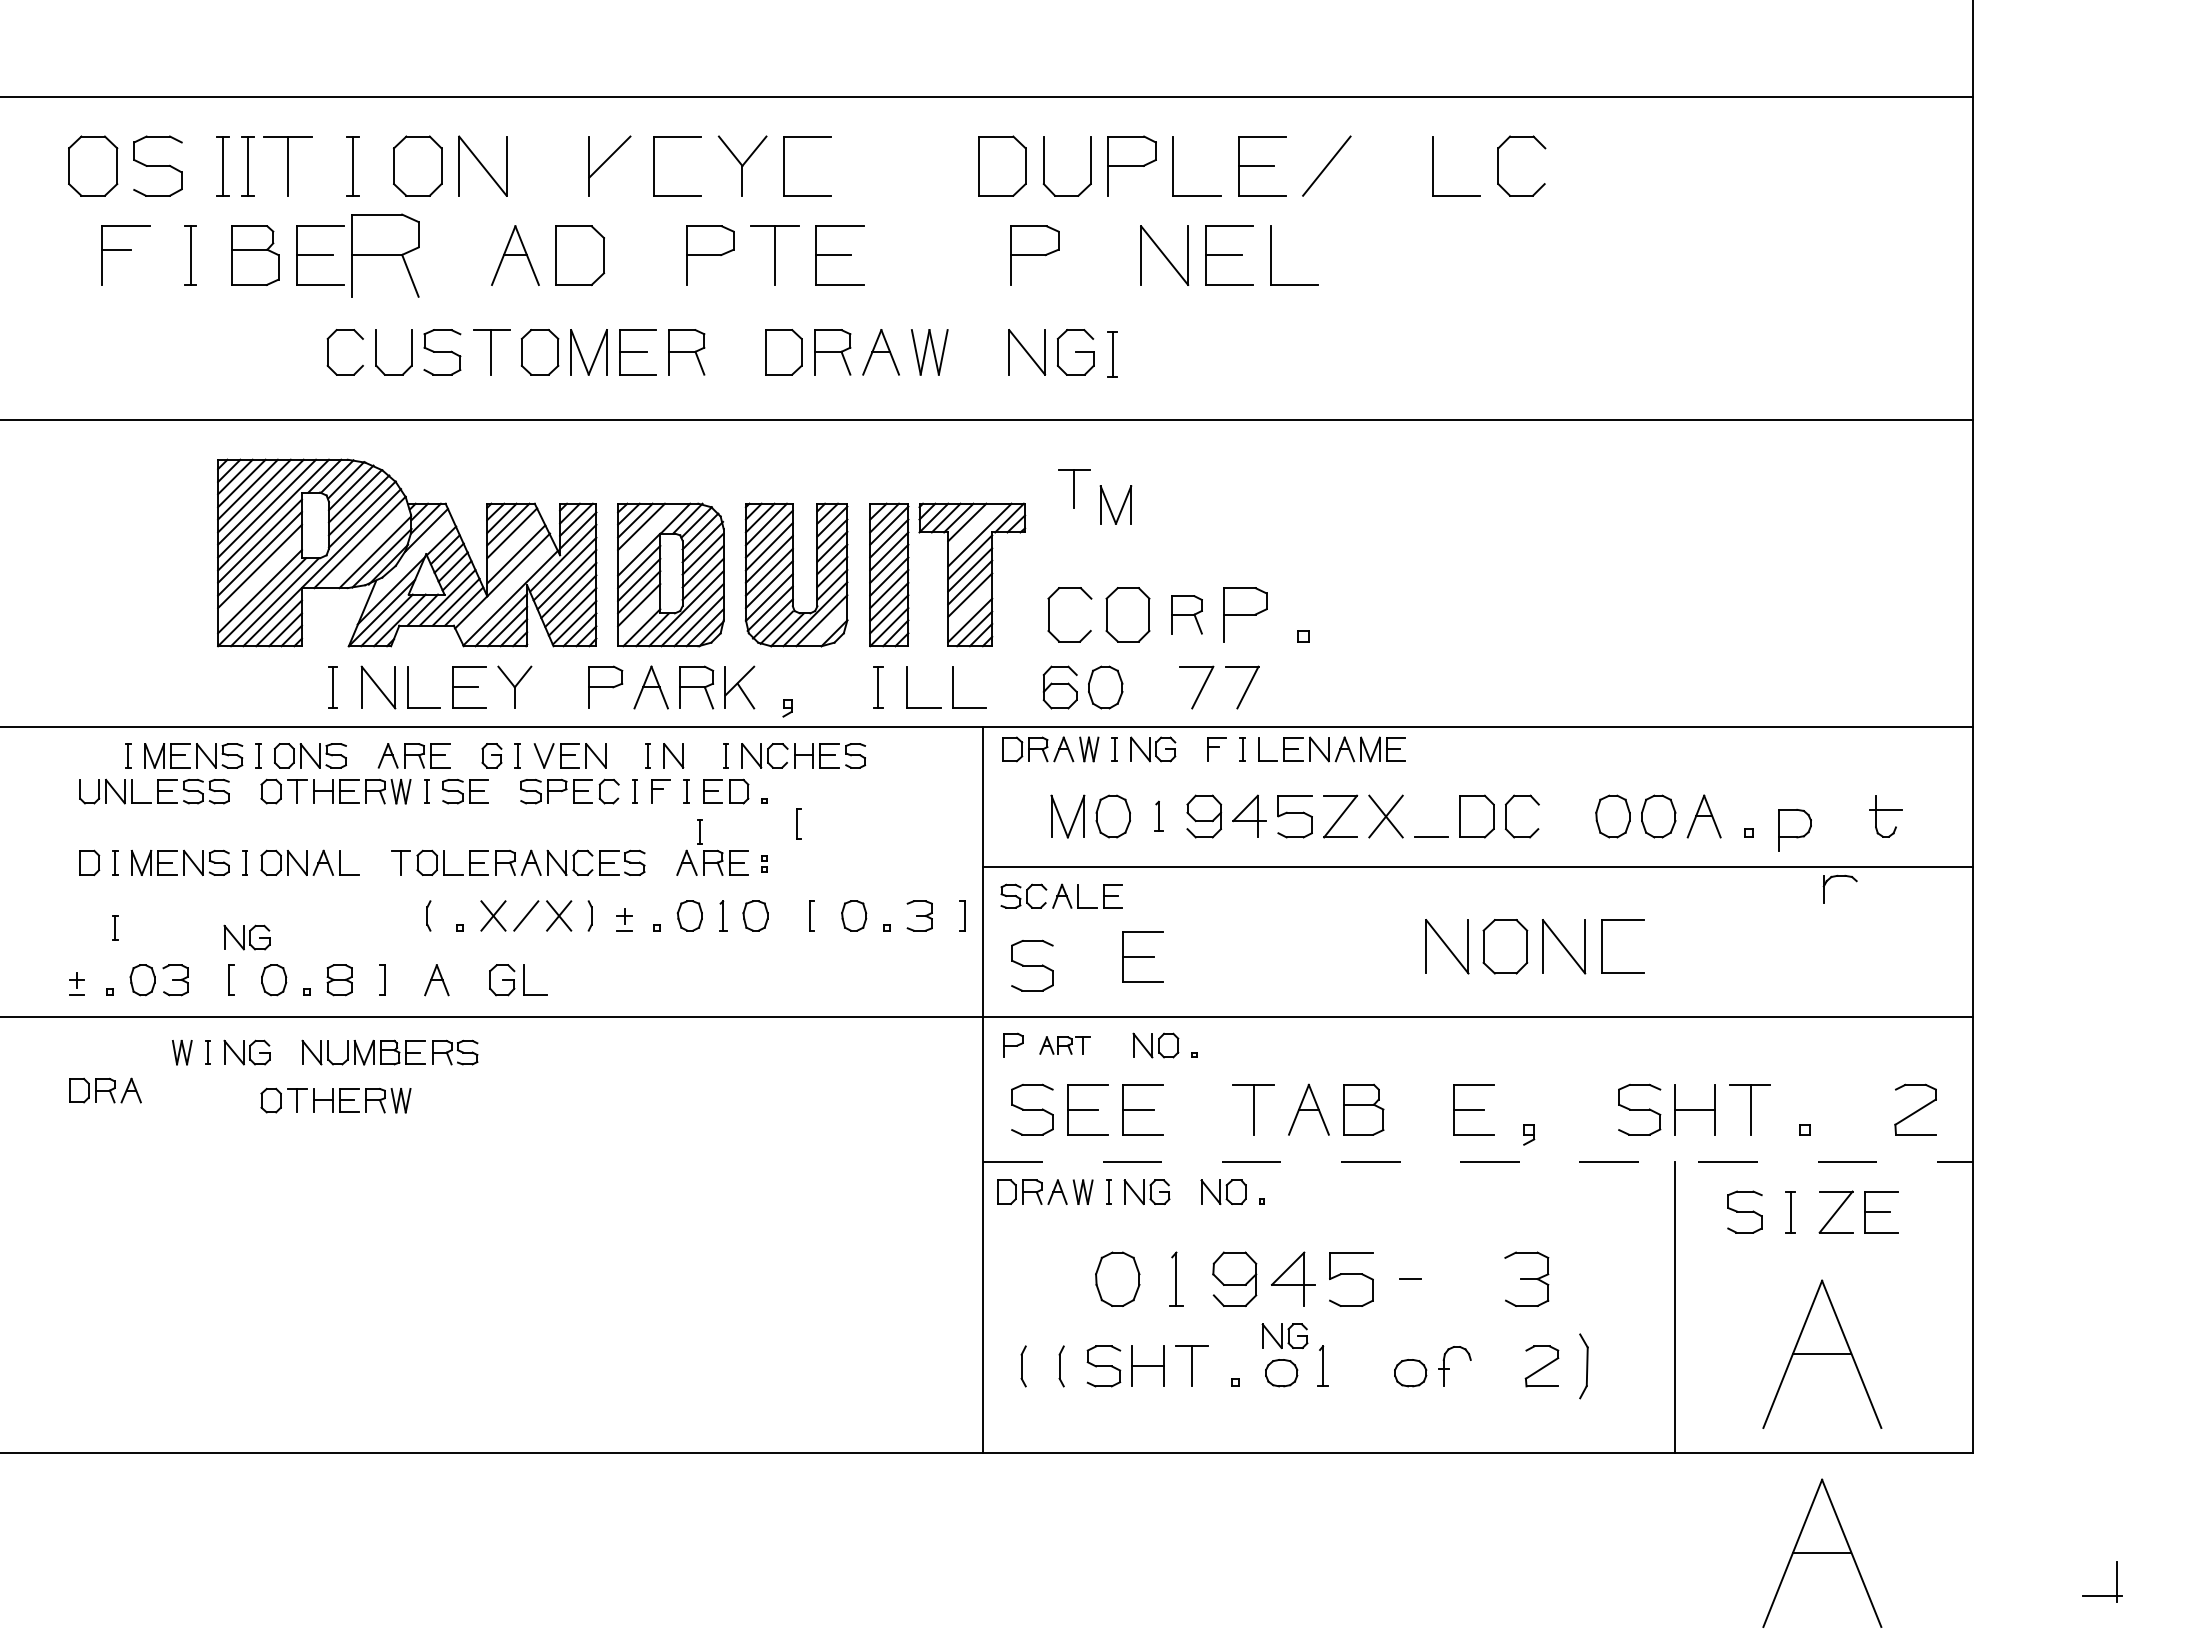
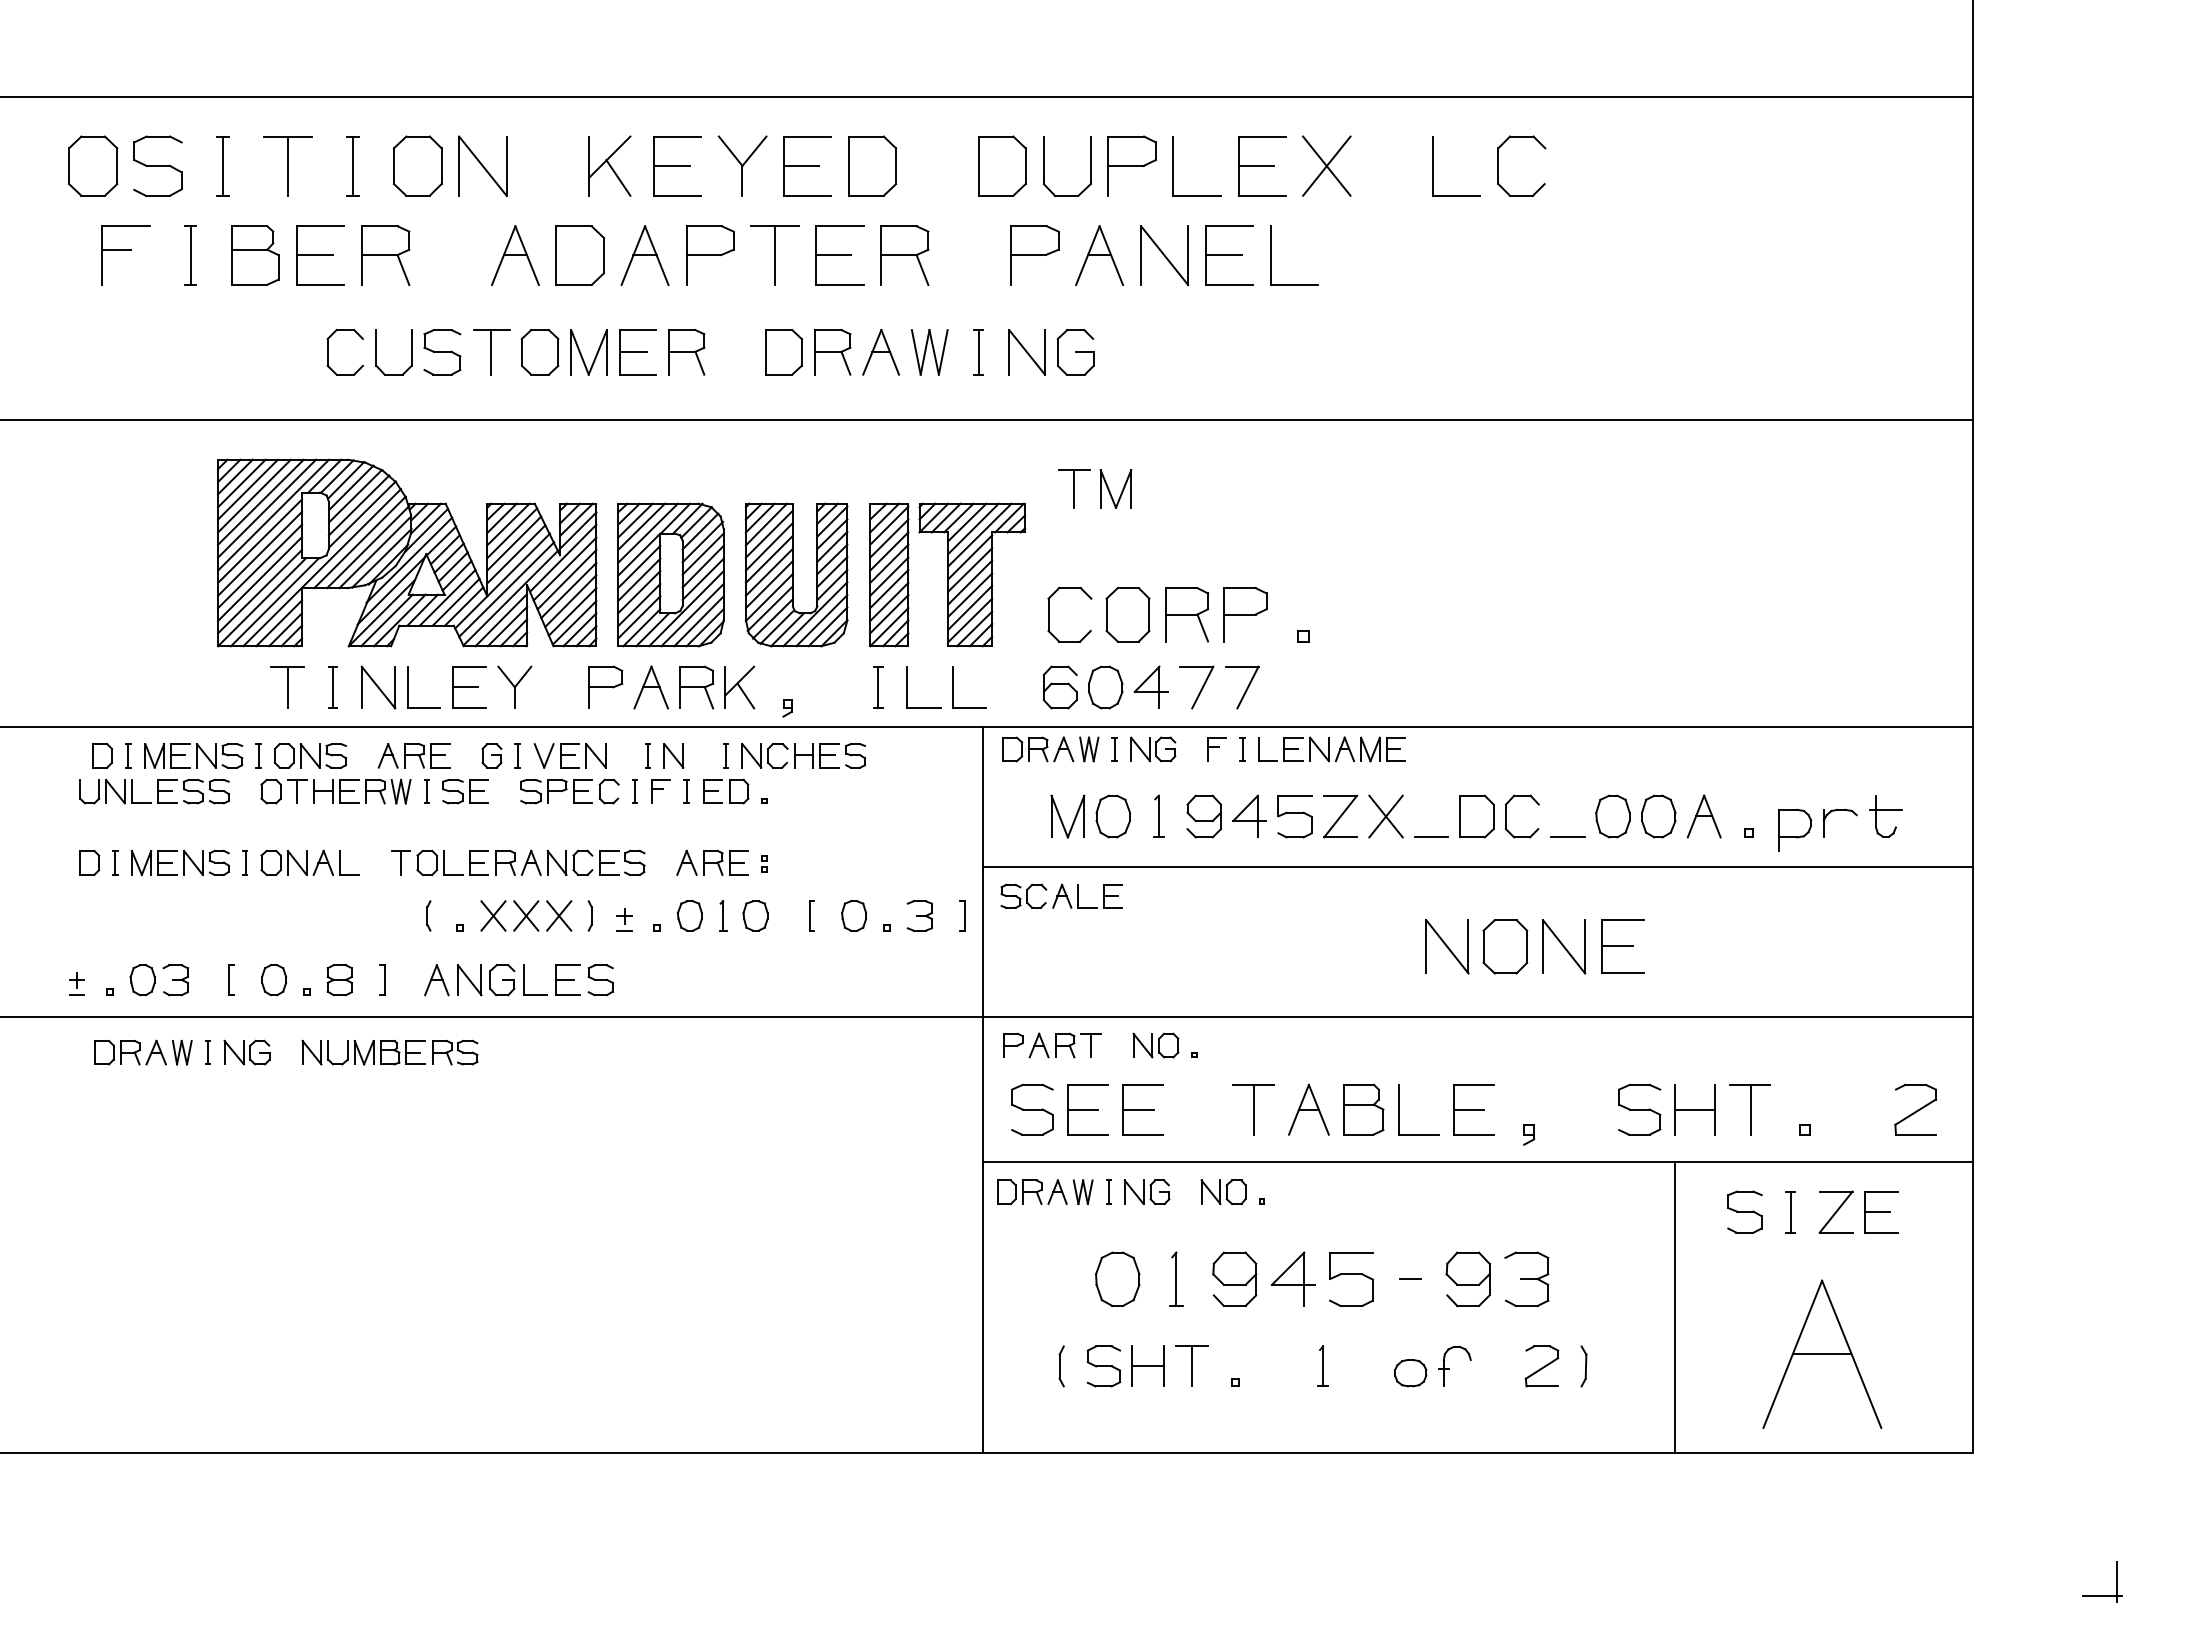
line at (671, 165): none -> present
line at (801, 165): none -> present
part at (872, 165): none -> present
line at (1326, 165): none -> present
part at (247, 166): present -> none
line at (618, 177): none -> present
part at (385, 255) size: 69x85 px -> 50x61 px
part at (644, 255): none -> present
part at (904, 255): none -> present
part at (1099, 255): none -> present
part at (1112, 354) position: (1112, 354) -> (978, 352)
part at (1115, 504) position: (1115, 504) -> (1115, 488)
line at (973, 528): none -> present
line at (647, 532): none -> present
line at (514, 543): none -> present
line at (368, 547): none -> present
line at (409, 559): none -> present
line at (259, 578): none -> present
line at (506, 589): none -> present
line at (970, 607): none -> present
part at (1186, 614) size: 32x40 px -> 45x56 px
line at (639, 617): none -> present
line at (827, 626): none -> present
part at (1150, 686): none -> present
part at (287, 687): none -> present
part at (102, 755): none -> present
part at (1158, 815) size: 10x32 px -> 12x44 px
part at (798, 823): present -> none
part at (699, 831): present -> none
line at (1567, 837): none -> present
part at (1835, 877) position: (1835, 877) -> (1835, 811)
line at (526, 915): none -> present
part at (115, 927): present -> none
part at (246, 937): present -> none
line at (1617, 946): none -> present
part at (1142, 956): present -> none
part at (1032, 965): present -> none
part at (469, 980): none -> present
part at (584, 980): none -> present
part at (1064, 1045) size: 52x19 px -> 74x27 px
part at (105, 1090) position: (105, 1090) -> (130, 1052)
part at (335, 1100): present -> none
part at (1399, 1109): none -> present
line at (1478, 1162): dashed -> solid
part at (1467, 1278): none -> present
part at (1284, 1335): present -> none
part at (1023, 1366): present -> none
part at (1583, 1366) size: 10x67 px -> 8x43 px
part at (1281, 1373): present -> none
part at (1822, 1552): present -> none
